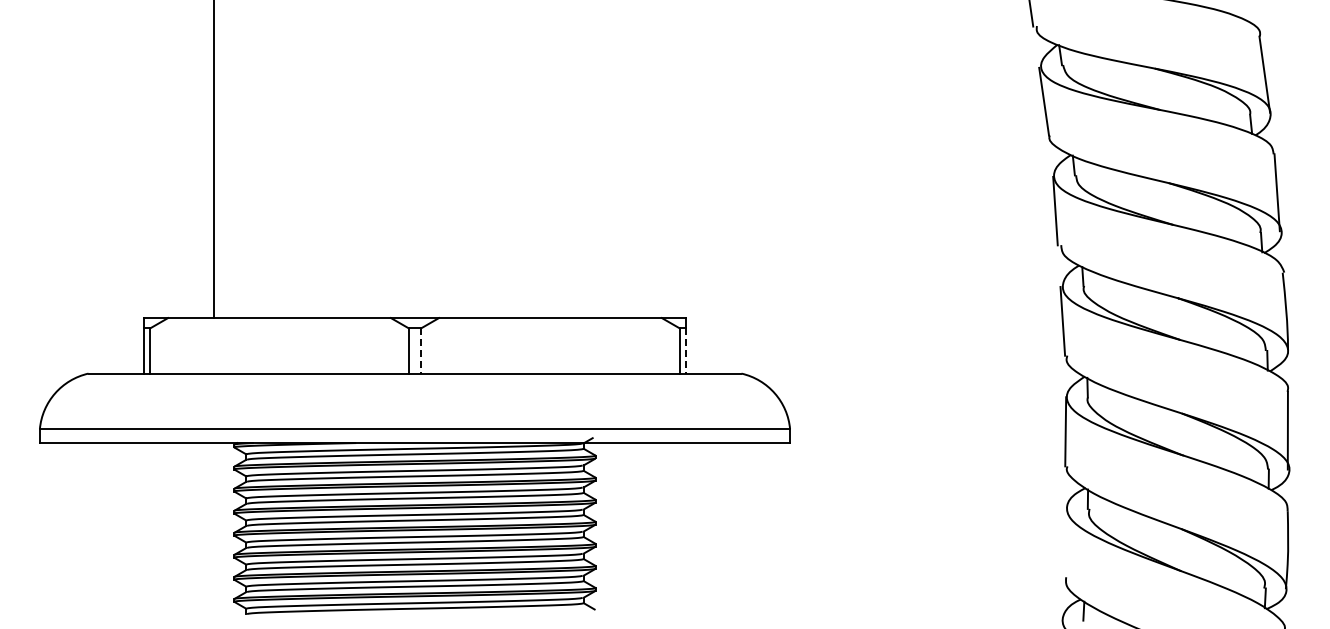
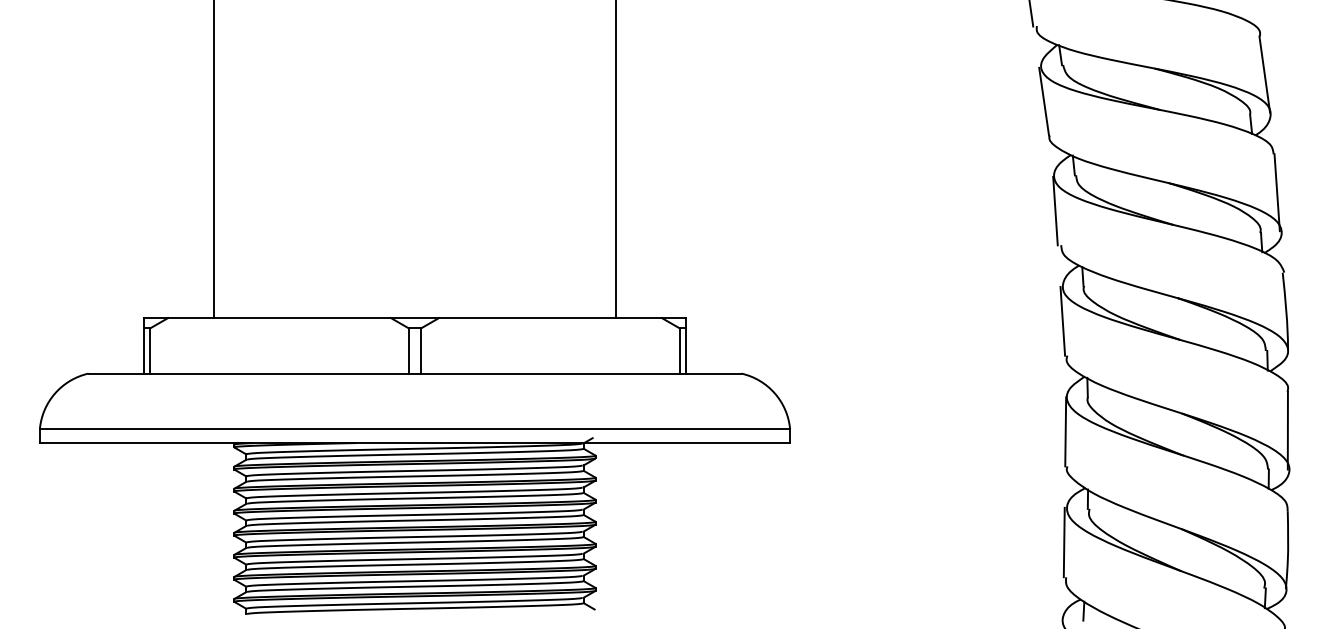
line at (616, 160): none -> present
line at (421, 351): dashed -> solid
line at (685, 351): dashed -> solid
line at (1063, 542): none -> present
